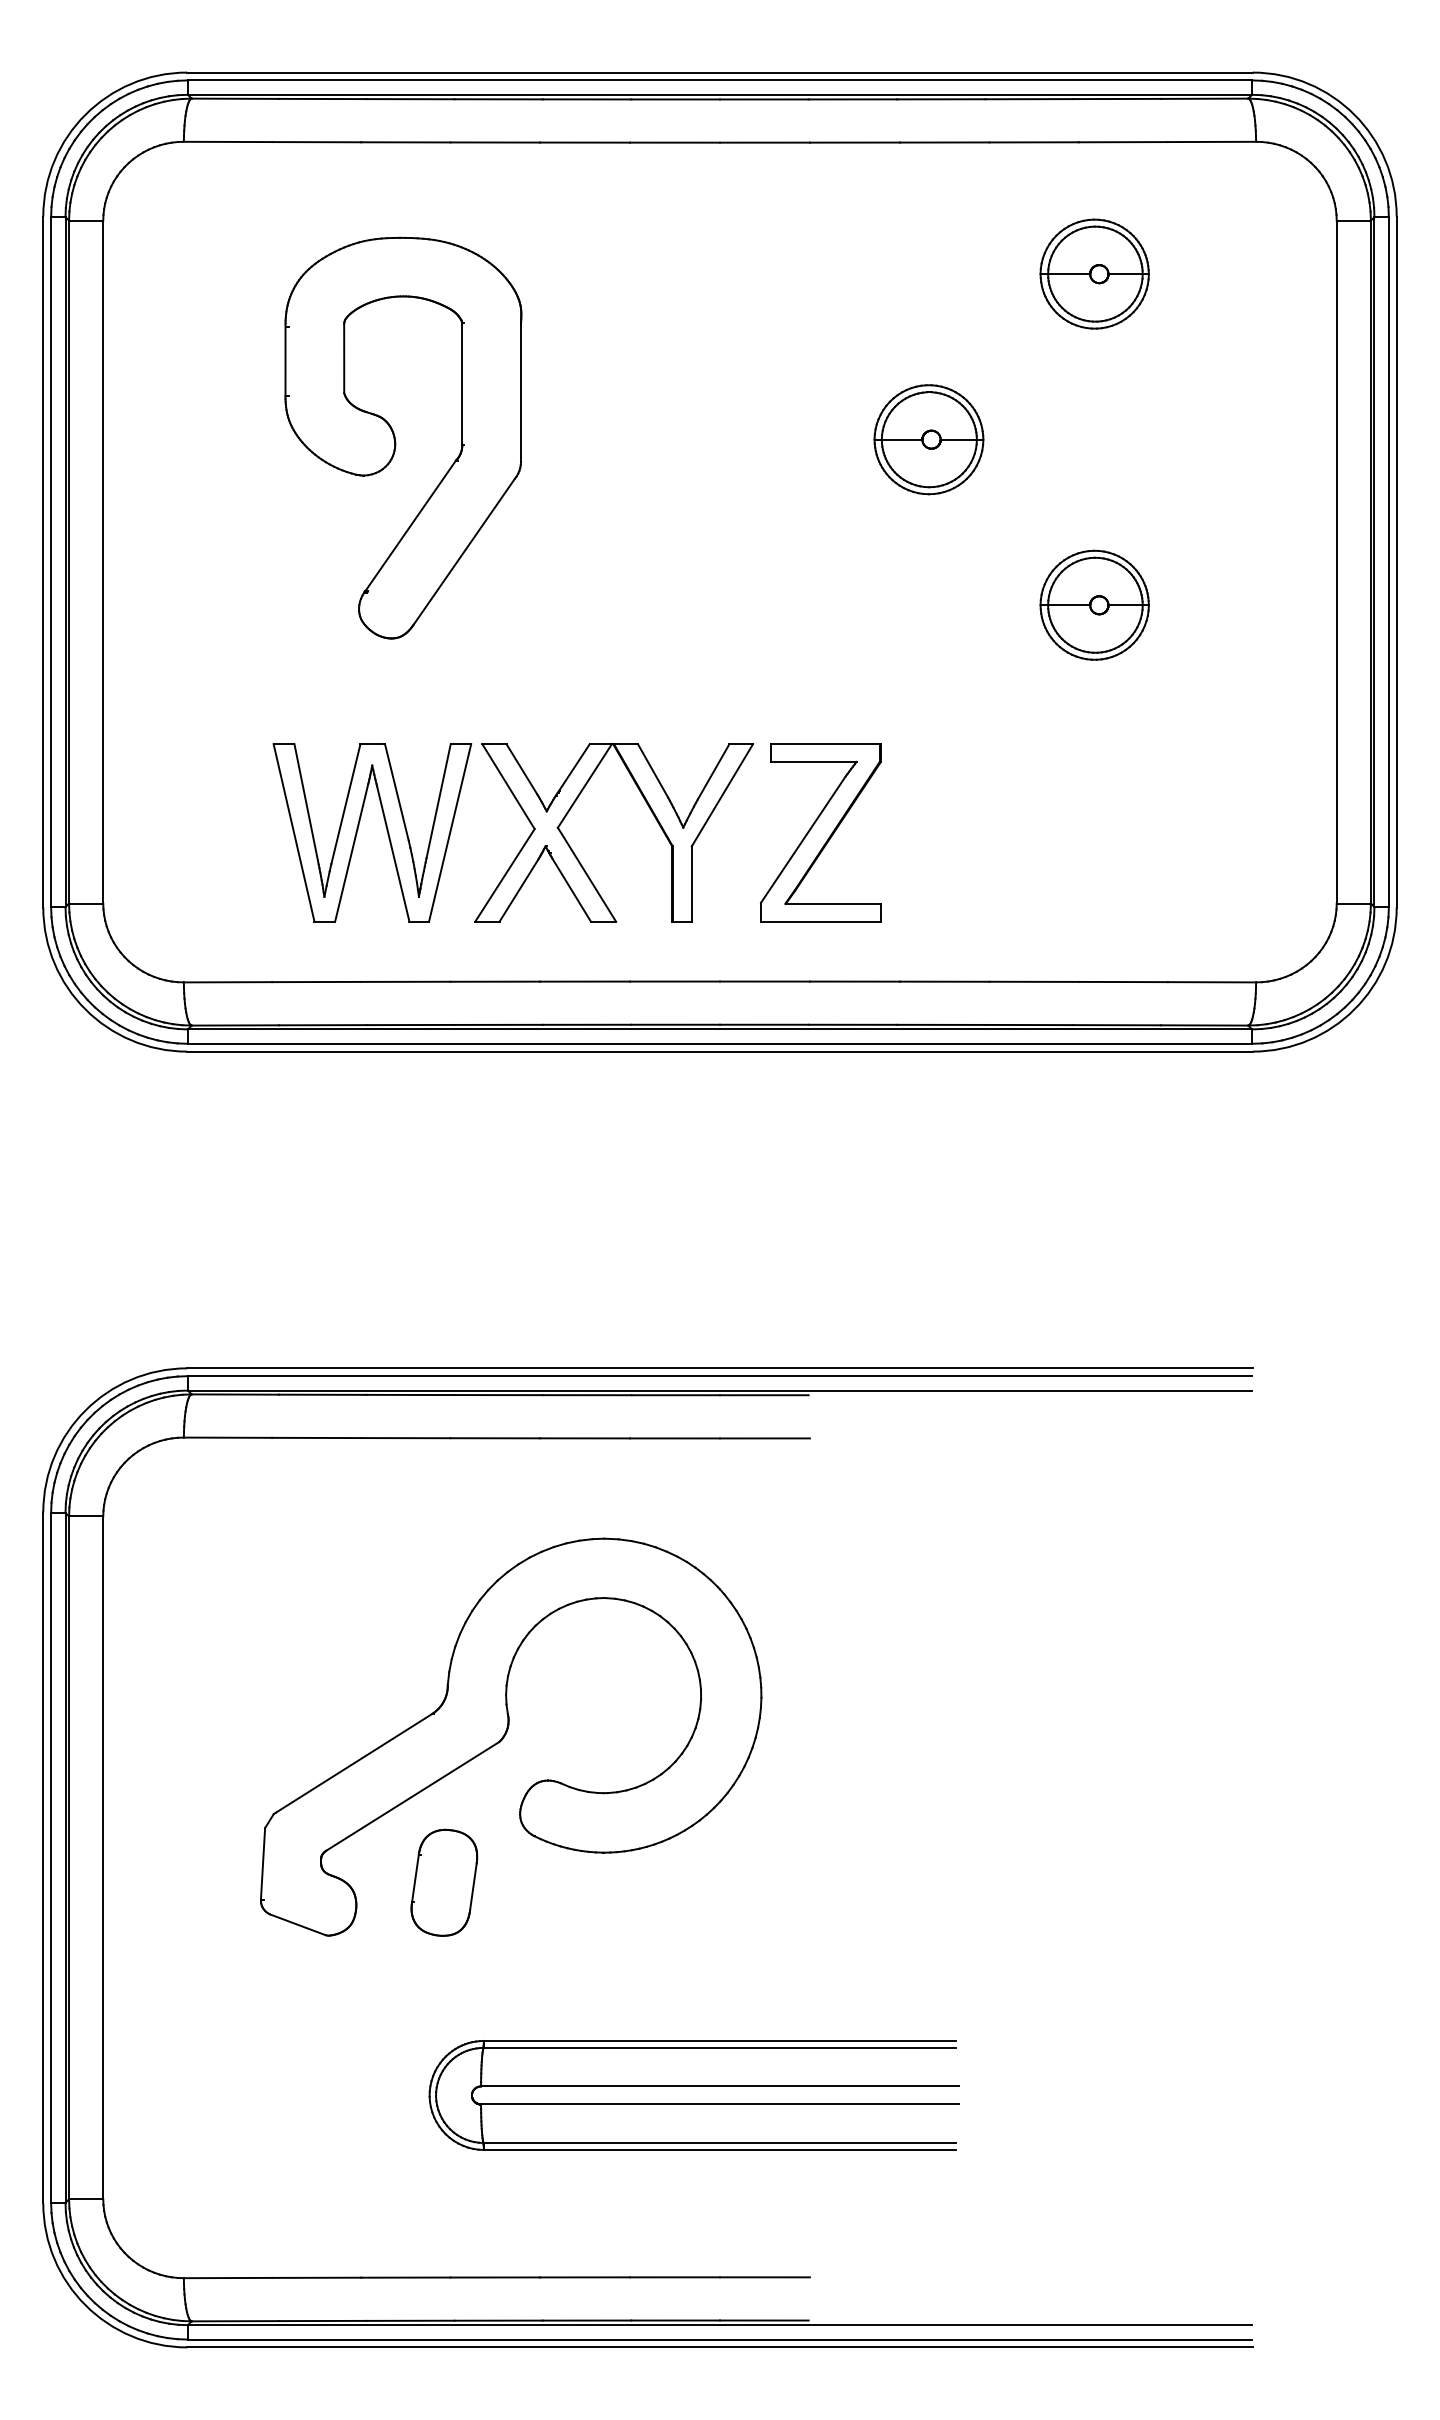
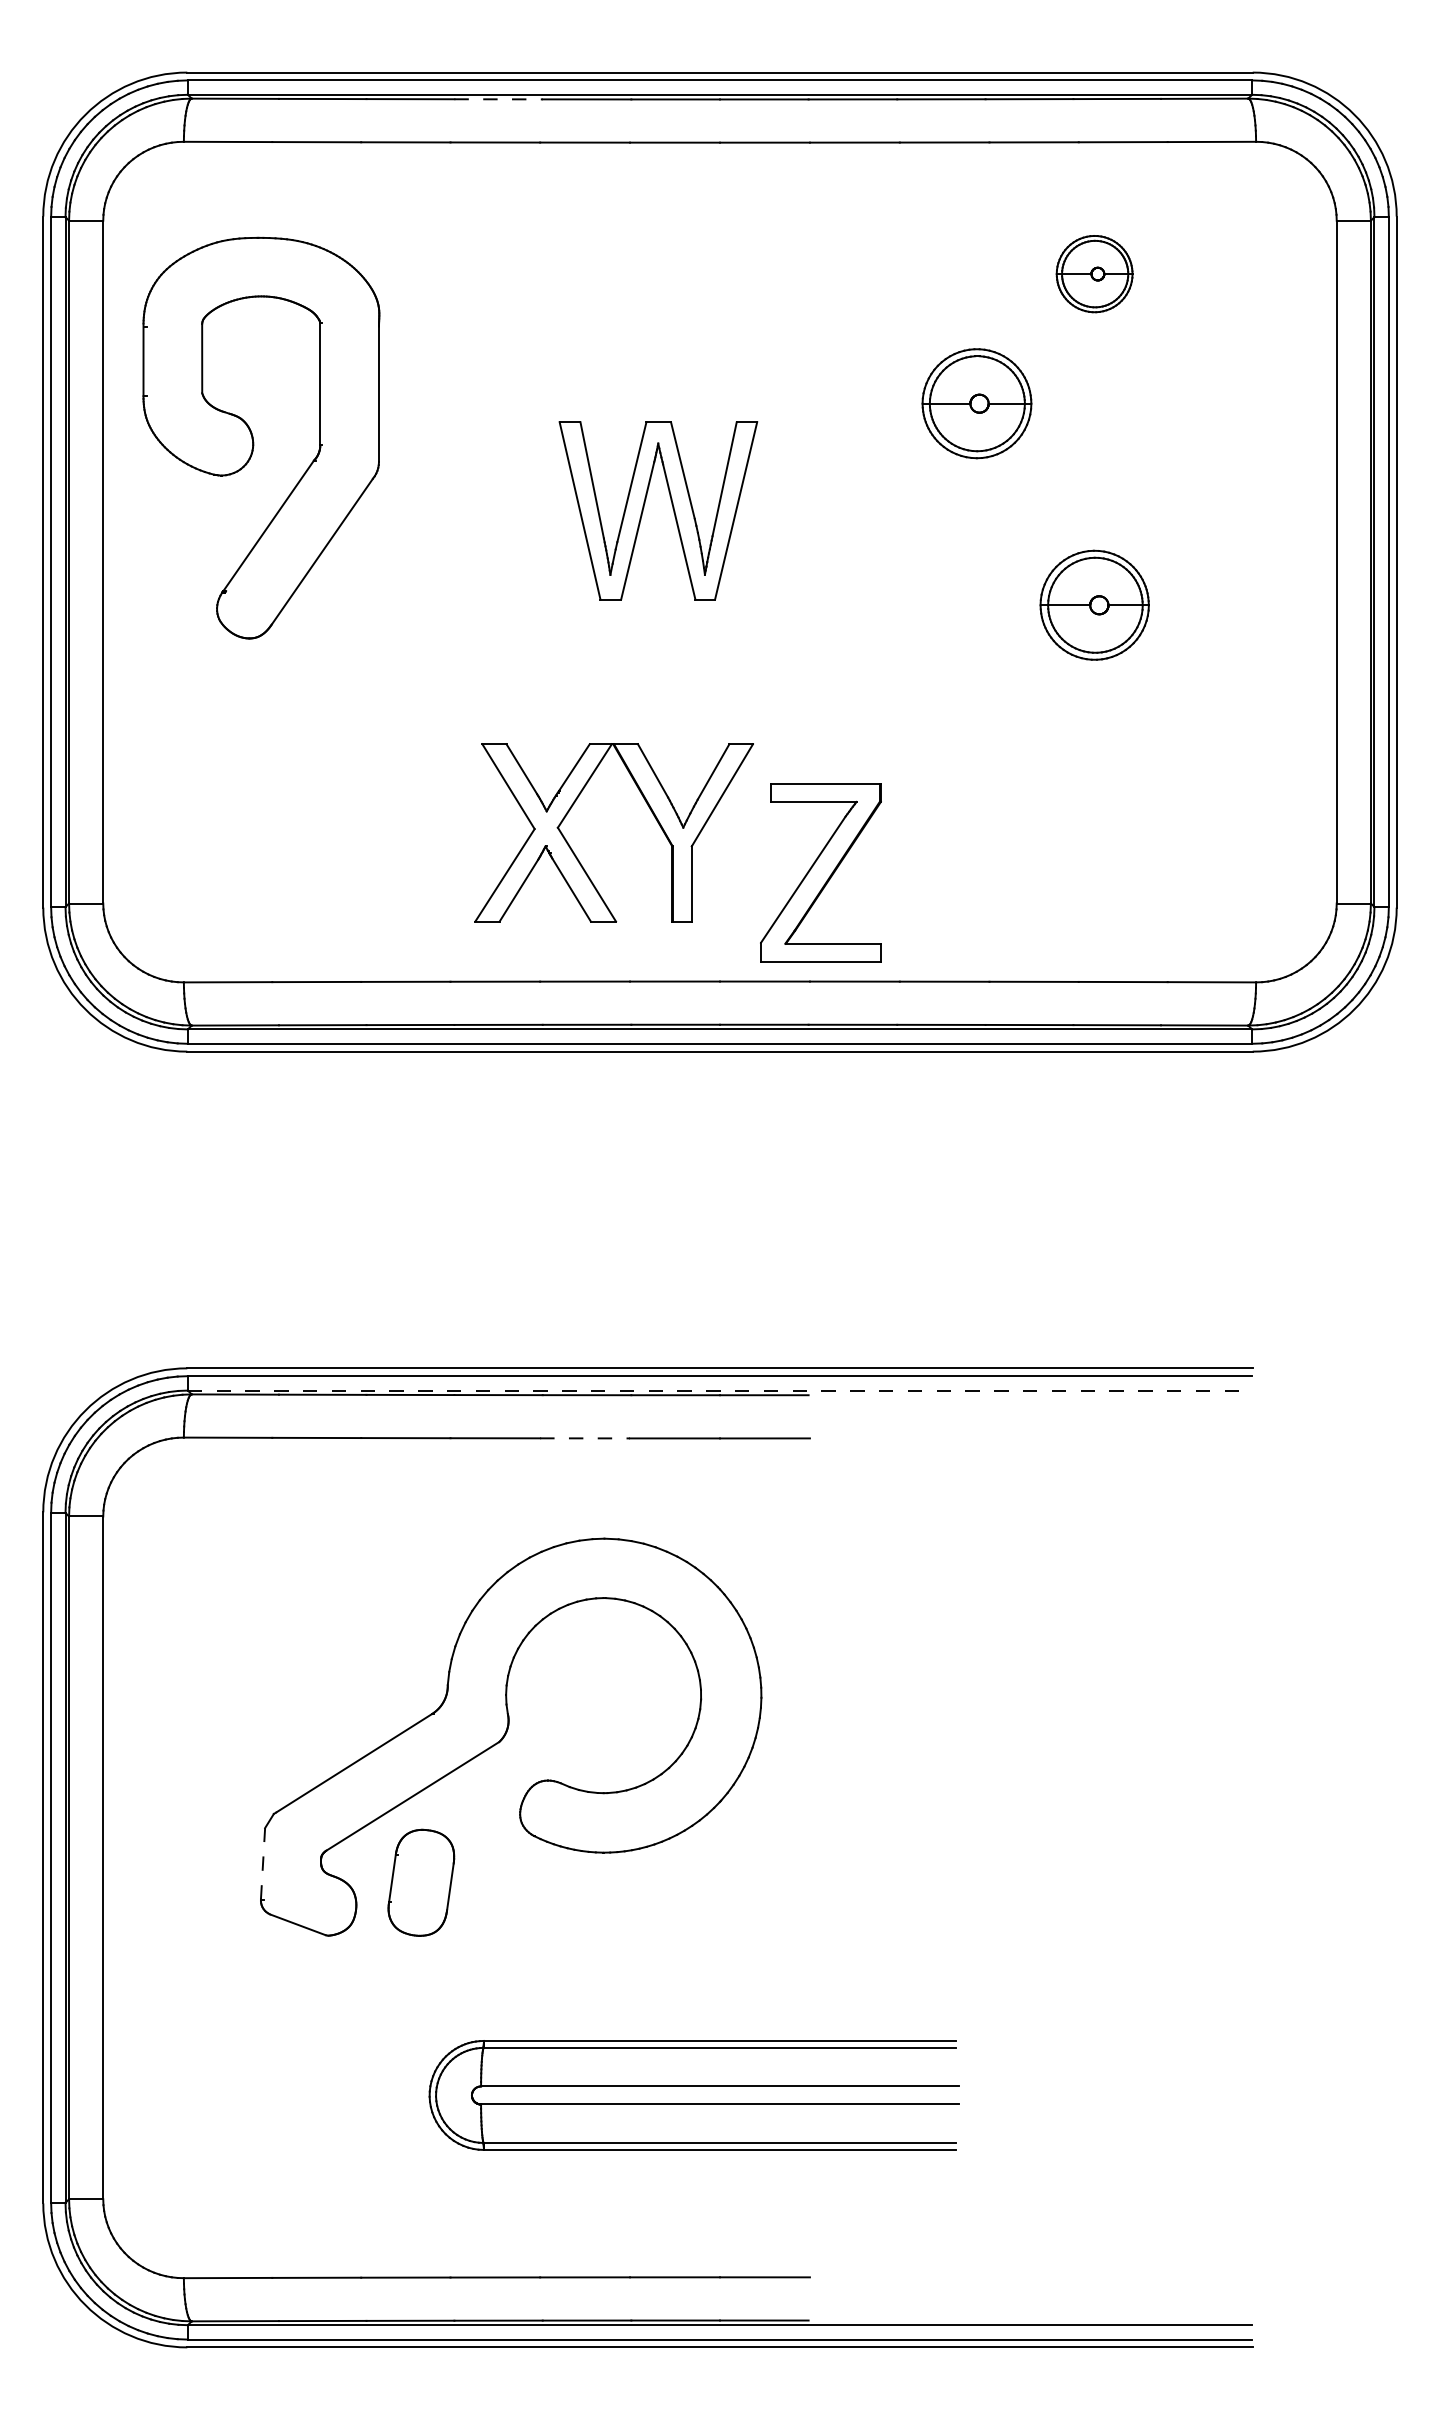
line at (499, 99): solid -> dashed
part at (1094, 273) size: 111x112 px -> 79x79 px
part at (395, 437) position: (395, 437) -> (253, 437)
part at (928, 439) position: (928, 439) -> (976, 403)
part at (386, 830) position: (386, 830) -> (672, 508)
part at (820, 832) position: (820, 832) -> (820, 872)
line at (720, 1390): solid -> dashed
line at (585, 1438): solid -> dashed
line at (263, 1863): solid -> dashed
part at (444, 1882) position: (444, 1882) -> (421, 1882)
